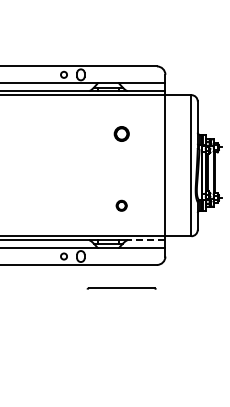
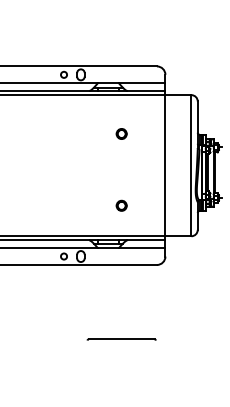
part at (121, 133) size: 17x16 px -> 13x12 px
line at (145, 240): dashed -> solid
line at (121, 288) position: (121, 288) -> (121, 339)
